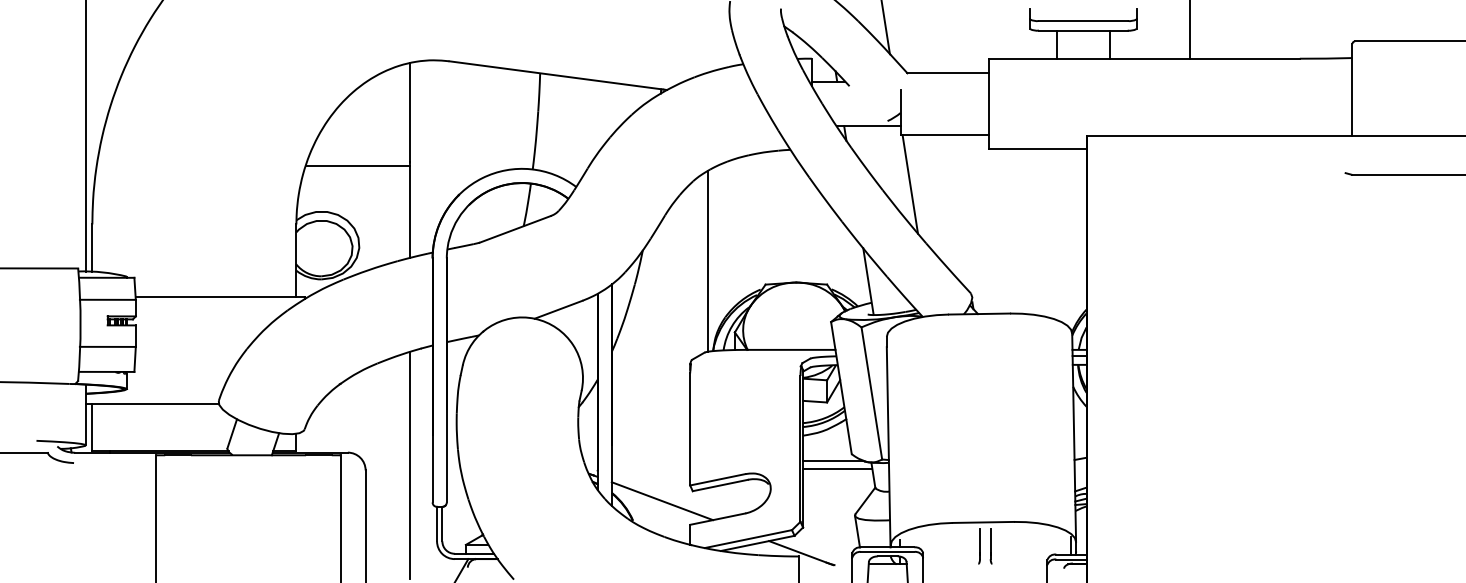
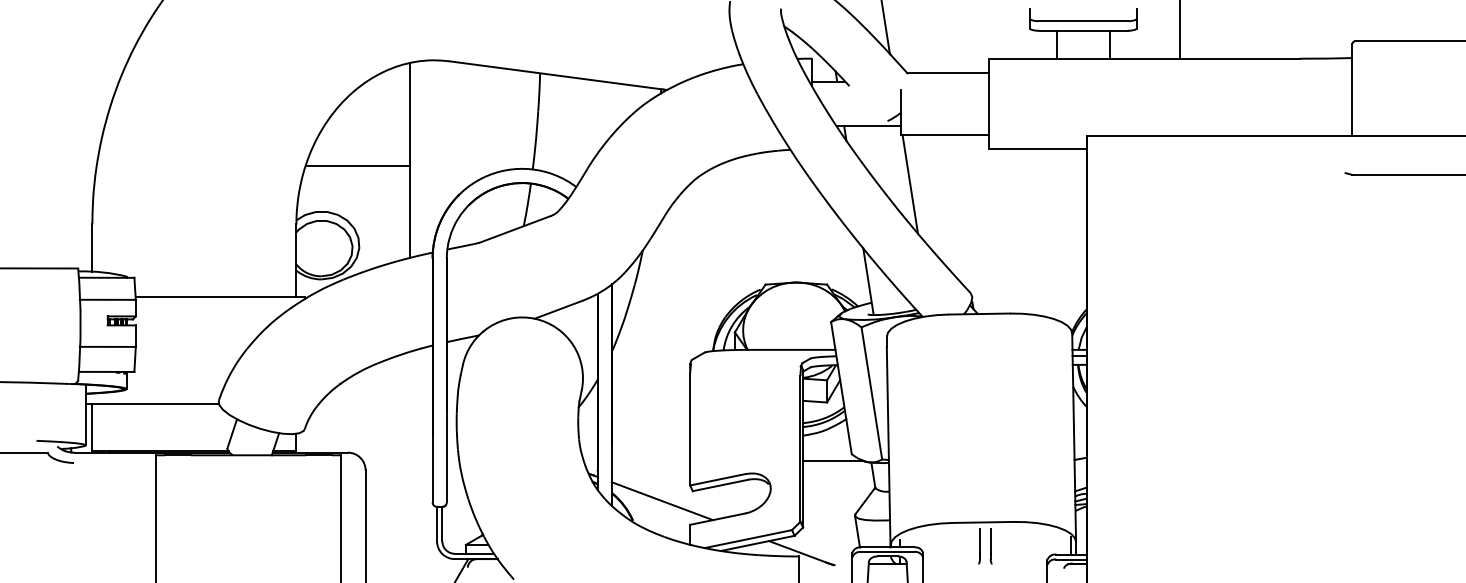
line at (1189, 30) position: (1189, 30) -> (1179, 30)
line at (86, 136): present -> none
line at (707, 261): present -> none
line at (410, 464): present -> none
line at (837, 468): present -> none
